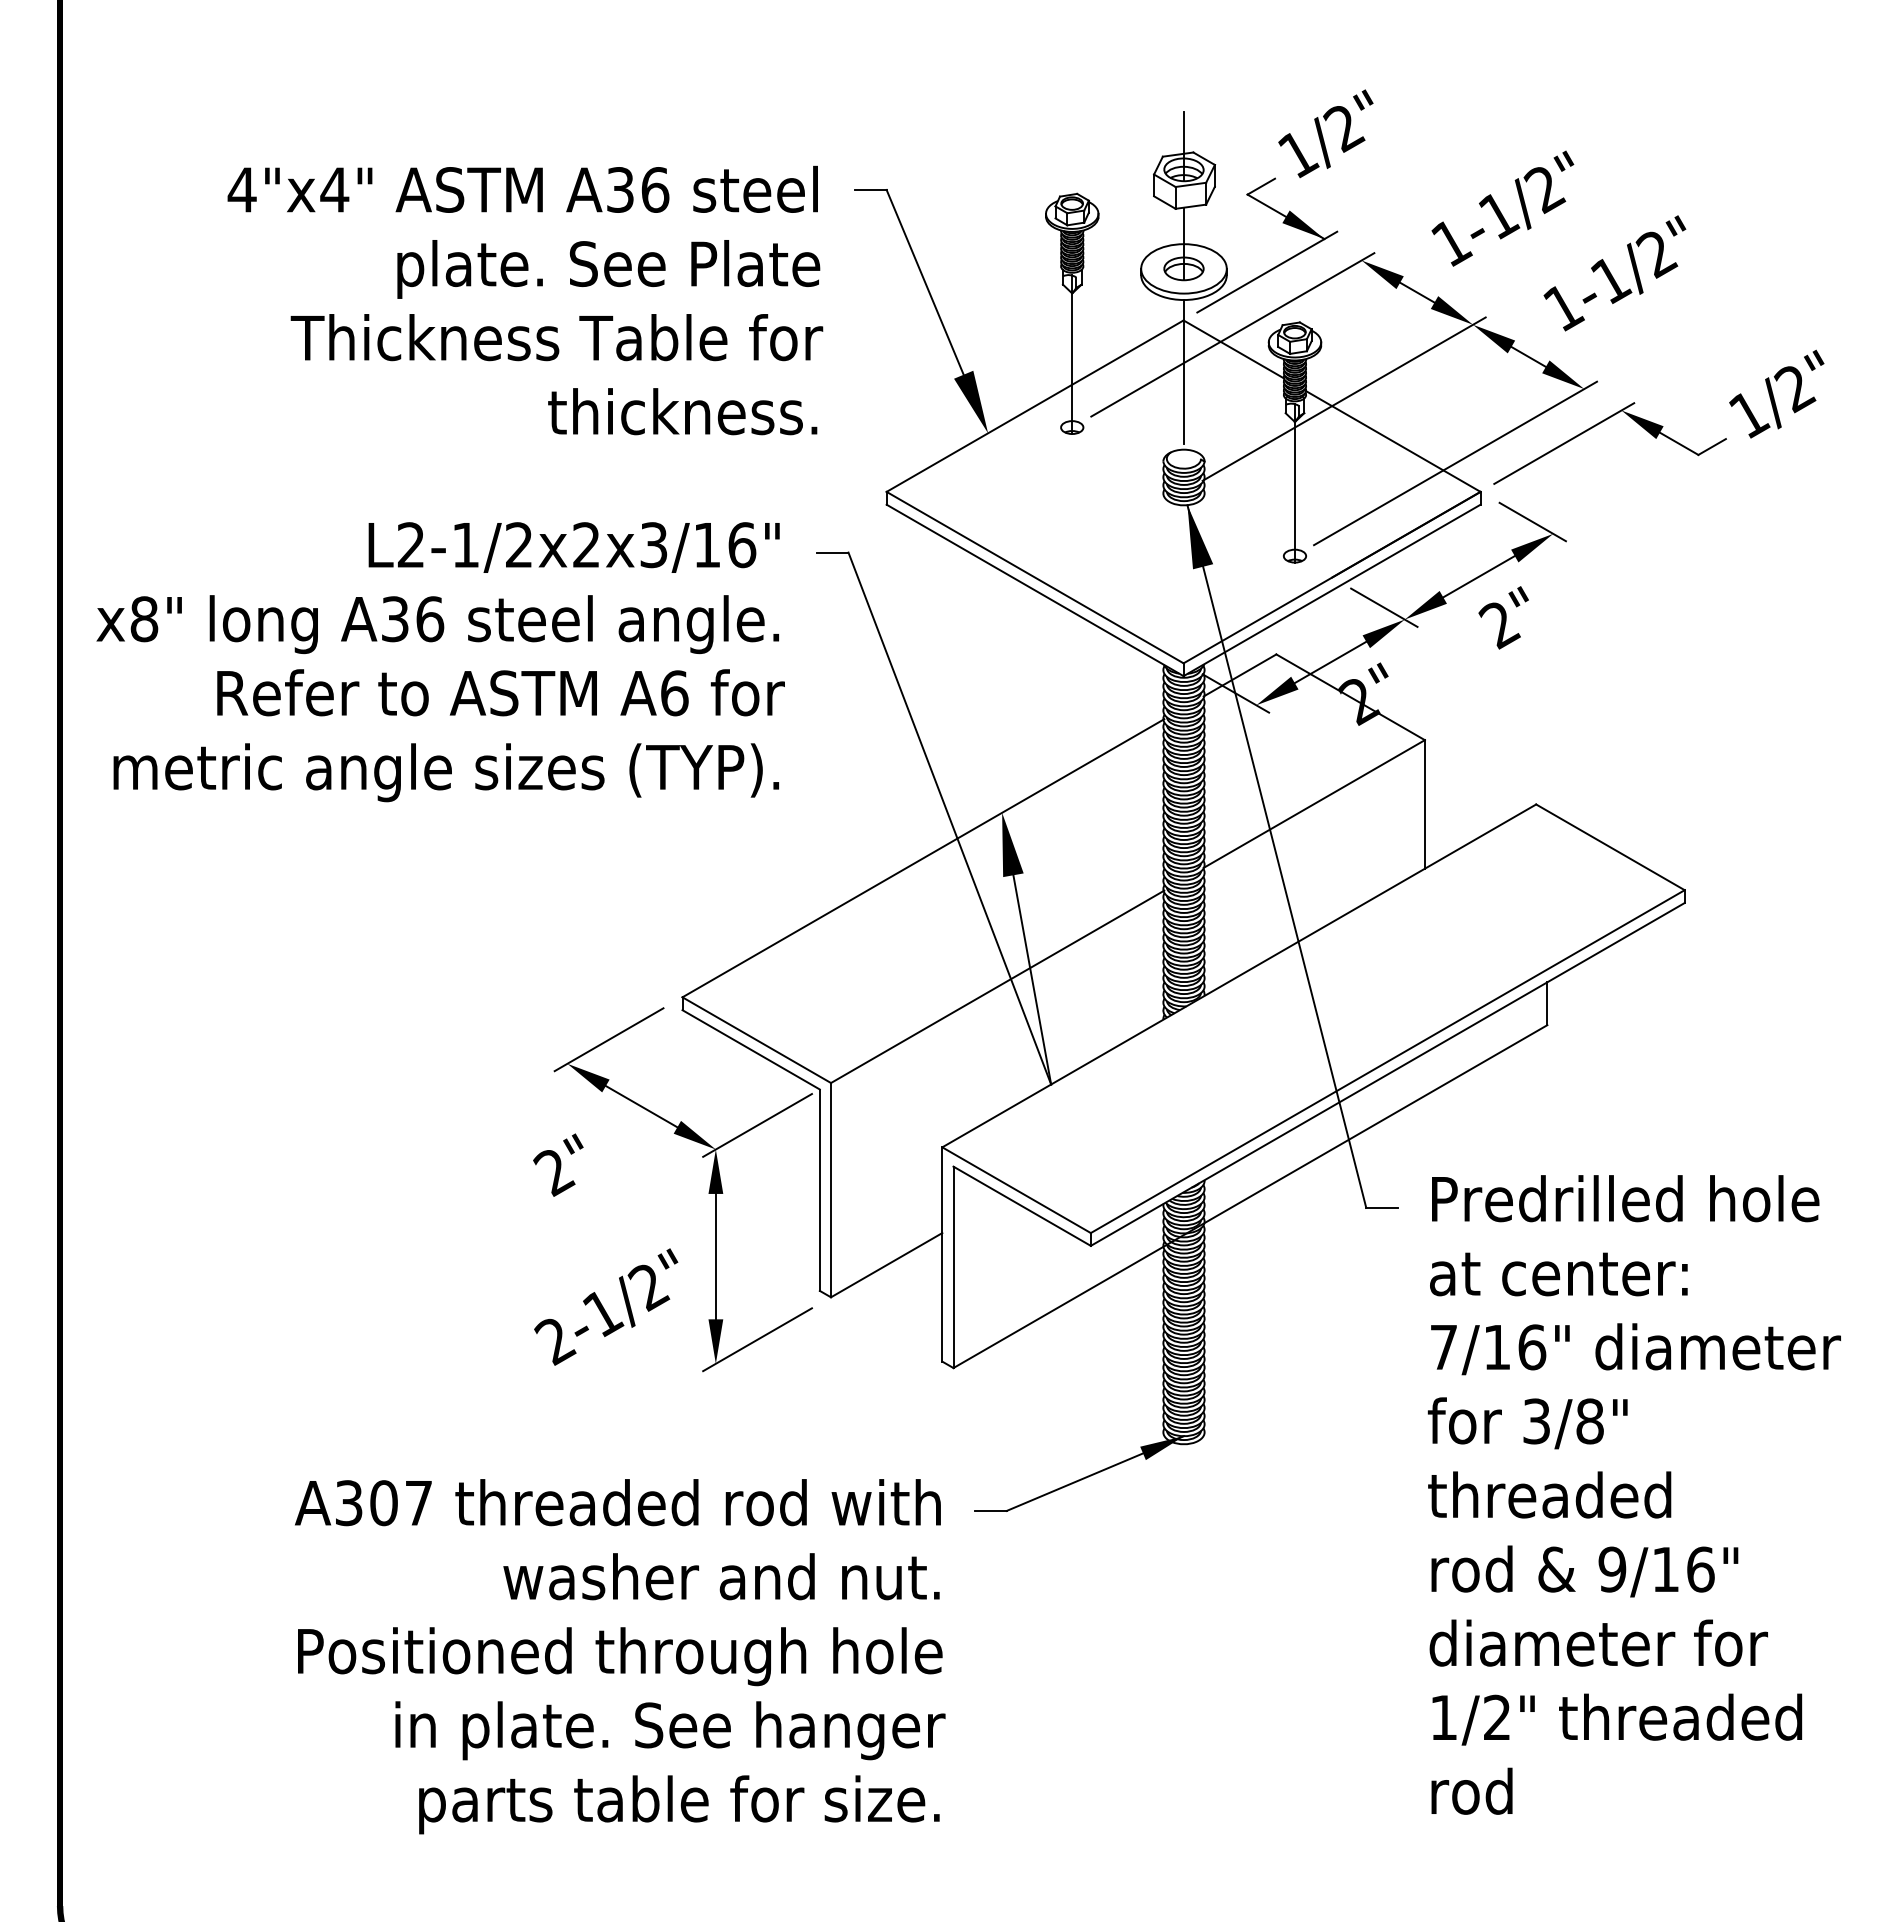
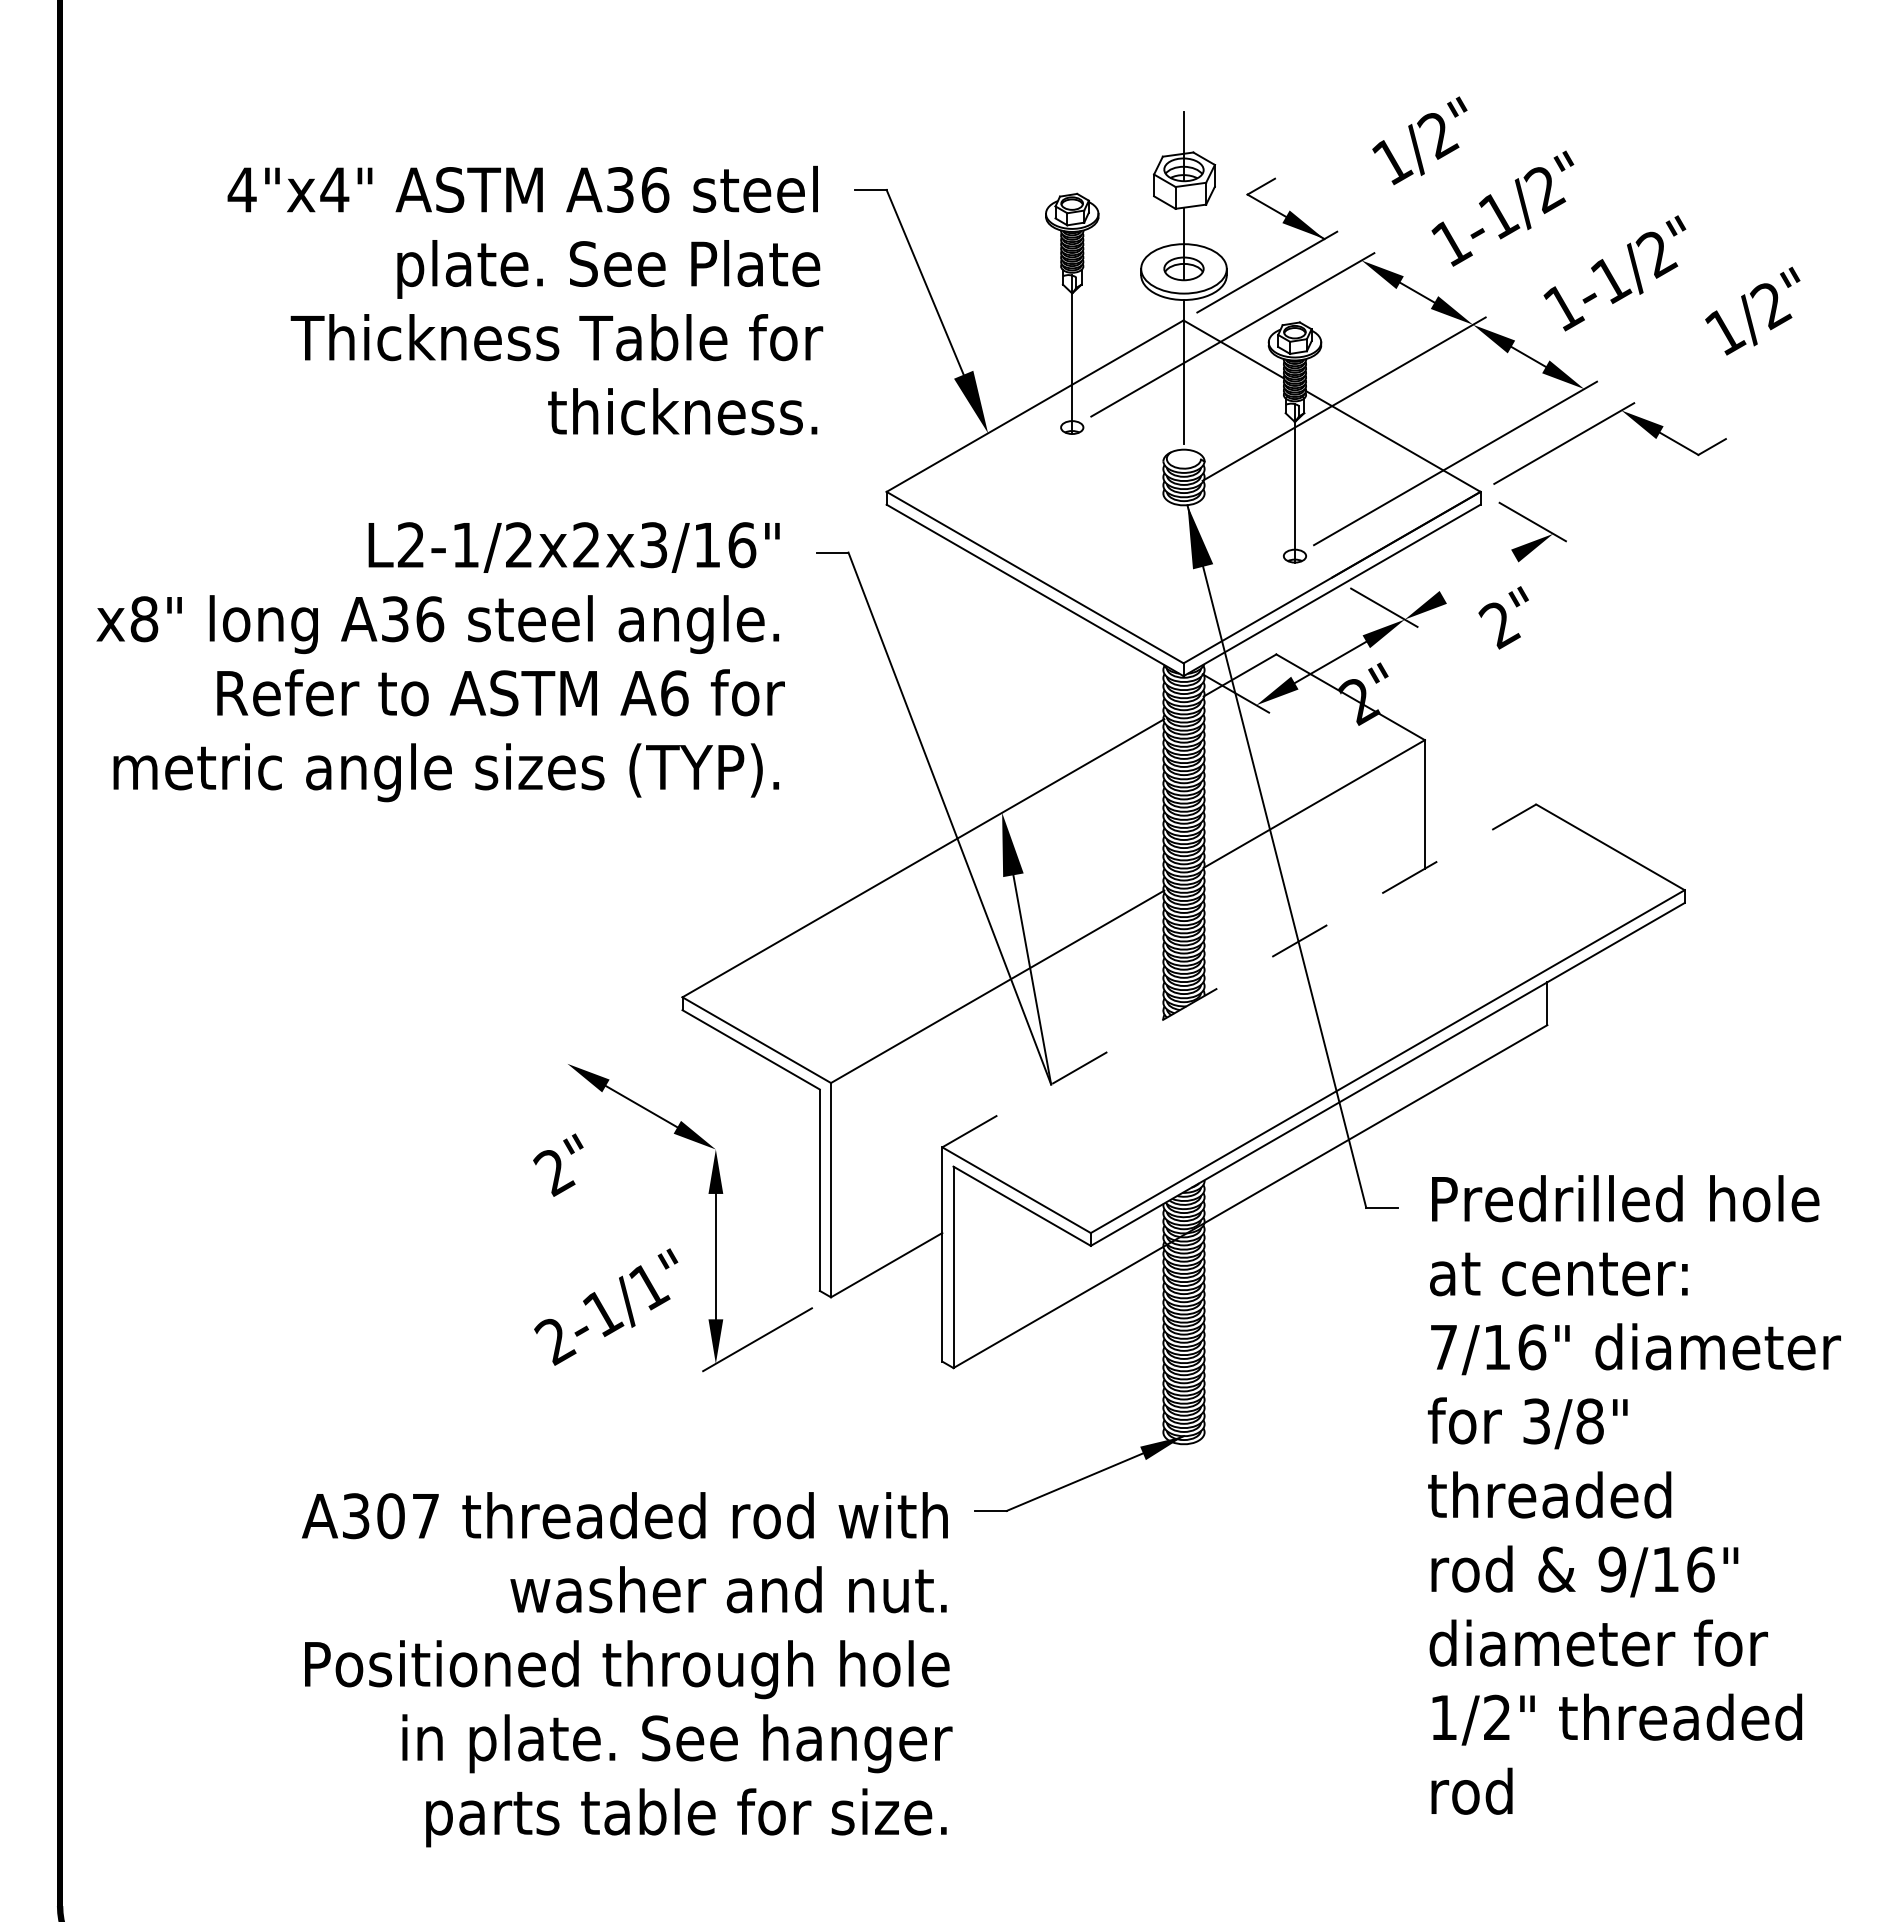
text at (1325, 133) position: (1325, 133) -> (1419, 140)
text at (1776, 393) position: (1776, 393) -> (1752, 310)
line at (1478, 576): present -> none
line at (1239, 975): solid -> dashed
line at (608, 1039): present -> none
line at (757, 1125): present -> none
text at (648, 1287): 2-1/2" -> 2-1/1"
text at (620, 1656) position: (620, 1656) -> (627, 1669)
